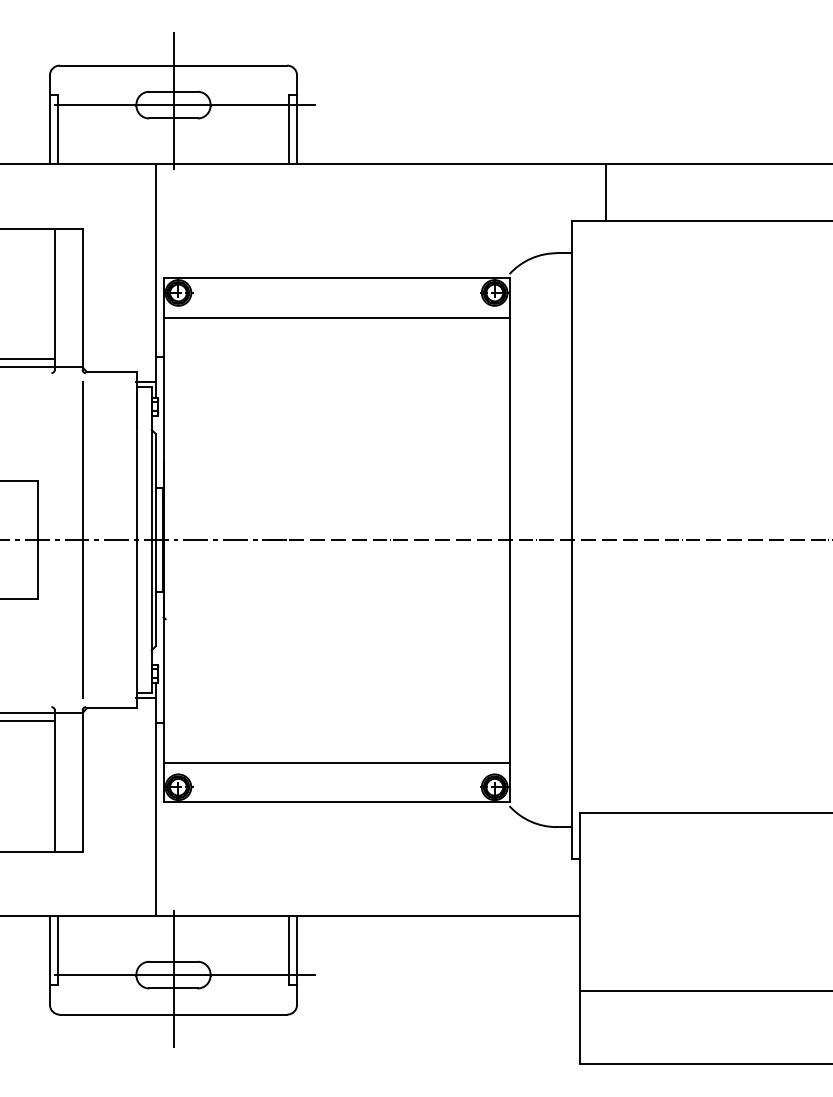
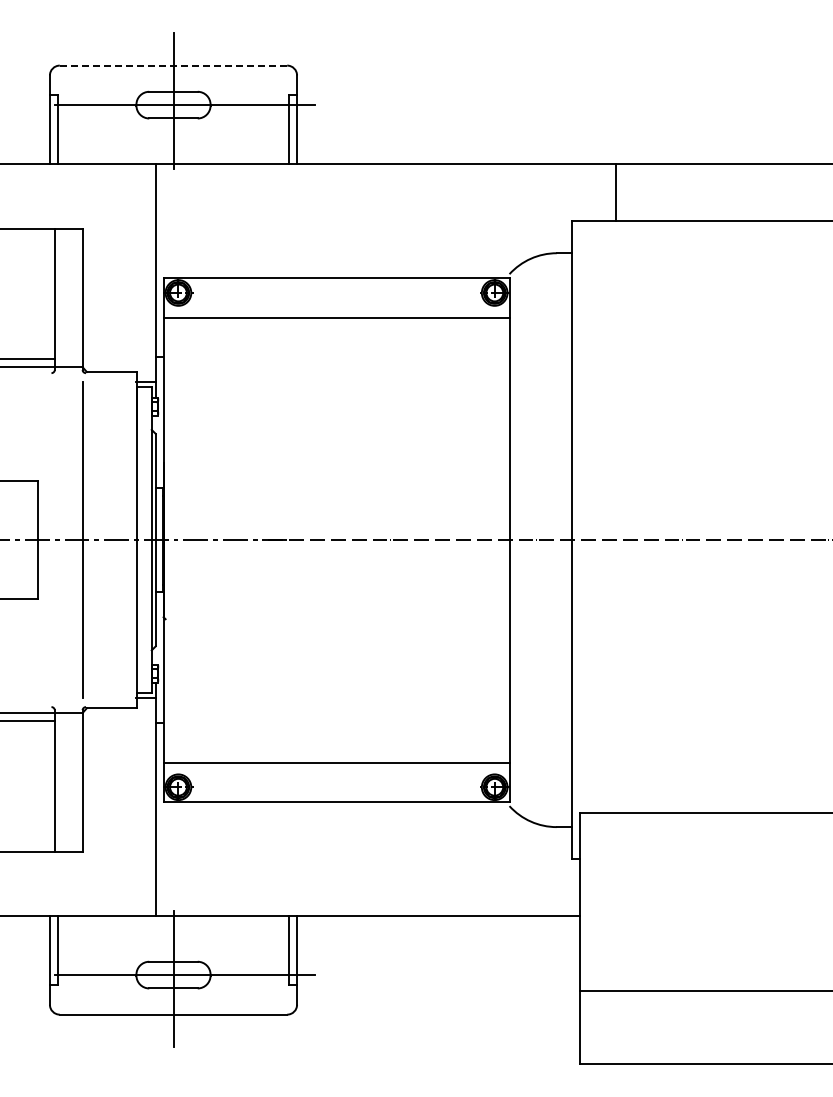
line at (173, 65): solid -> dashed
line at (605, 192) position: (605, 192) -> (615, 192)
